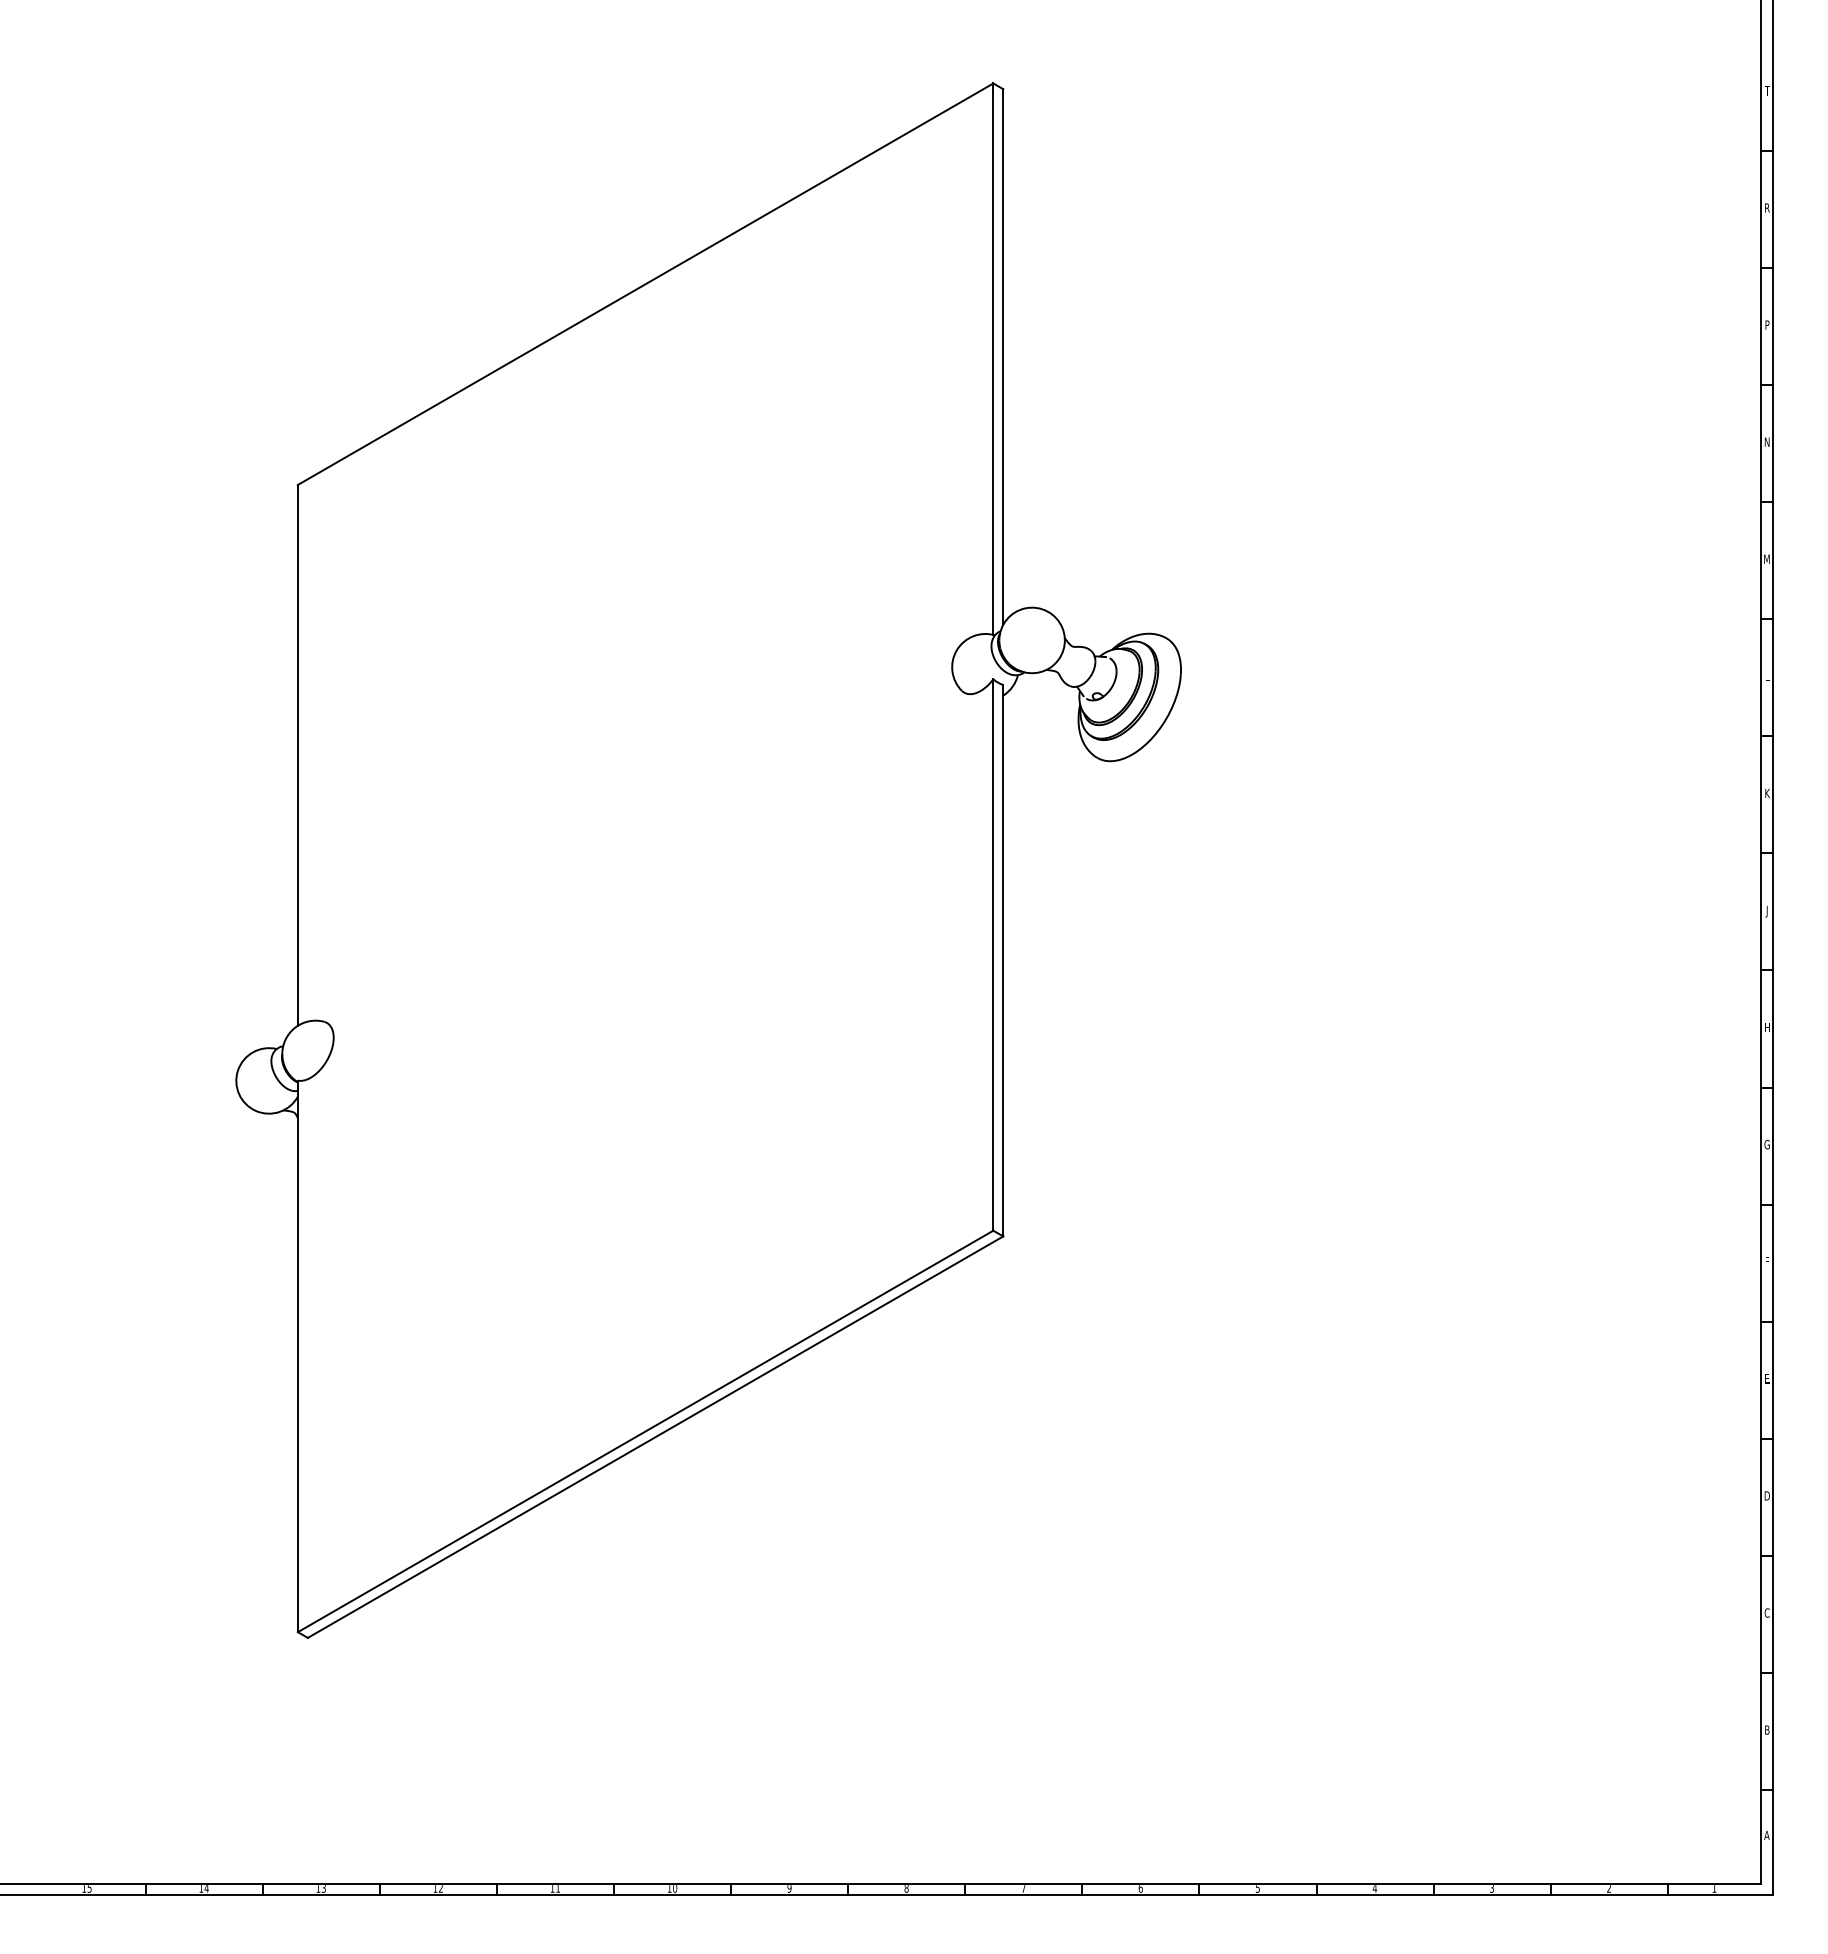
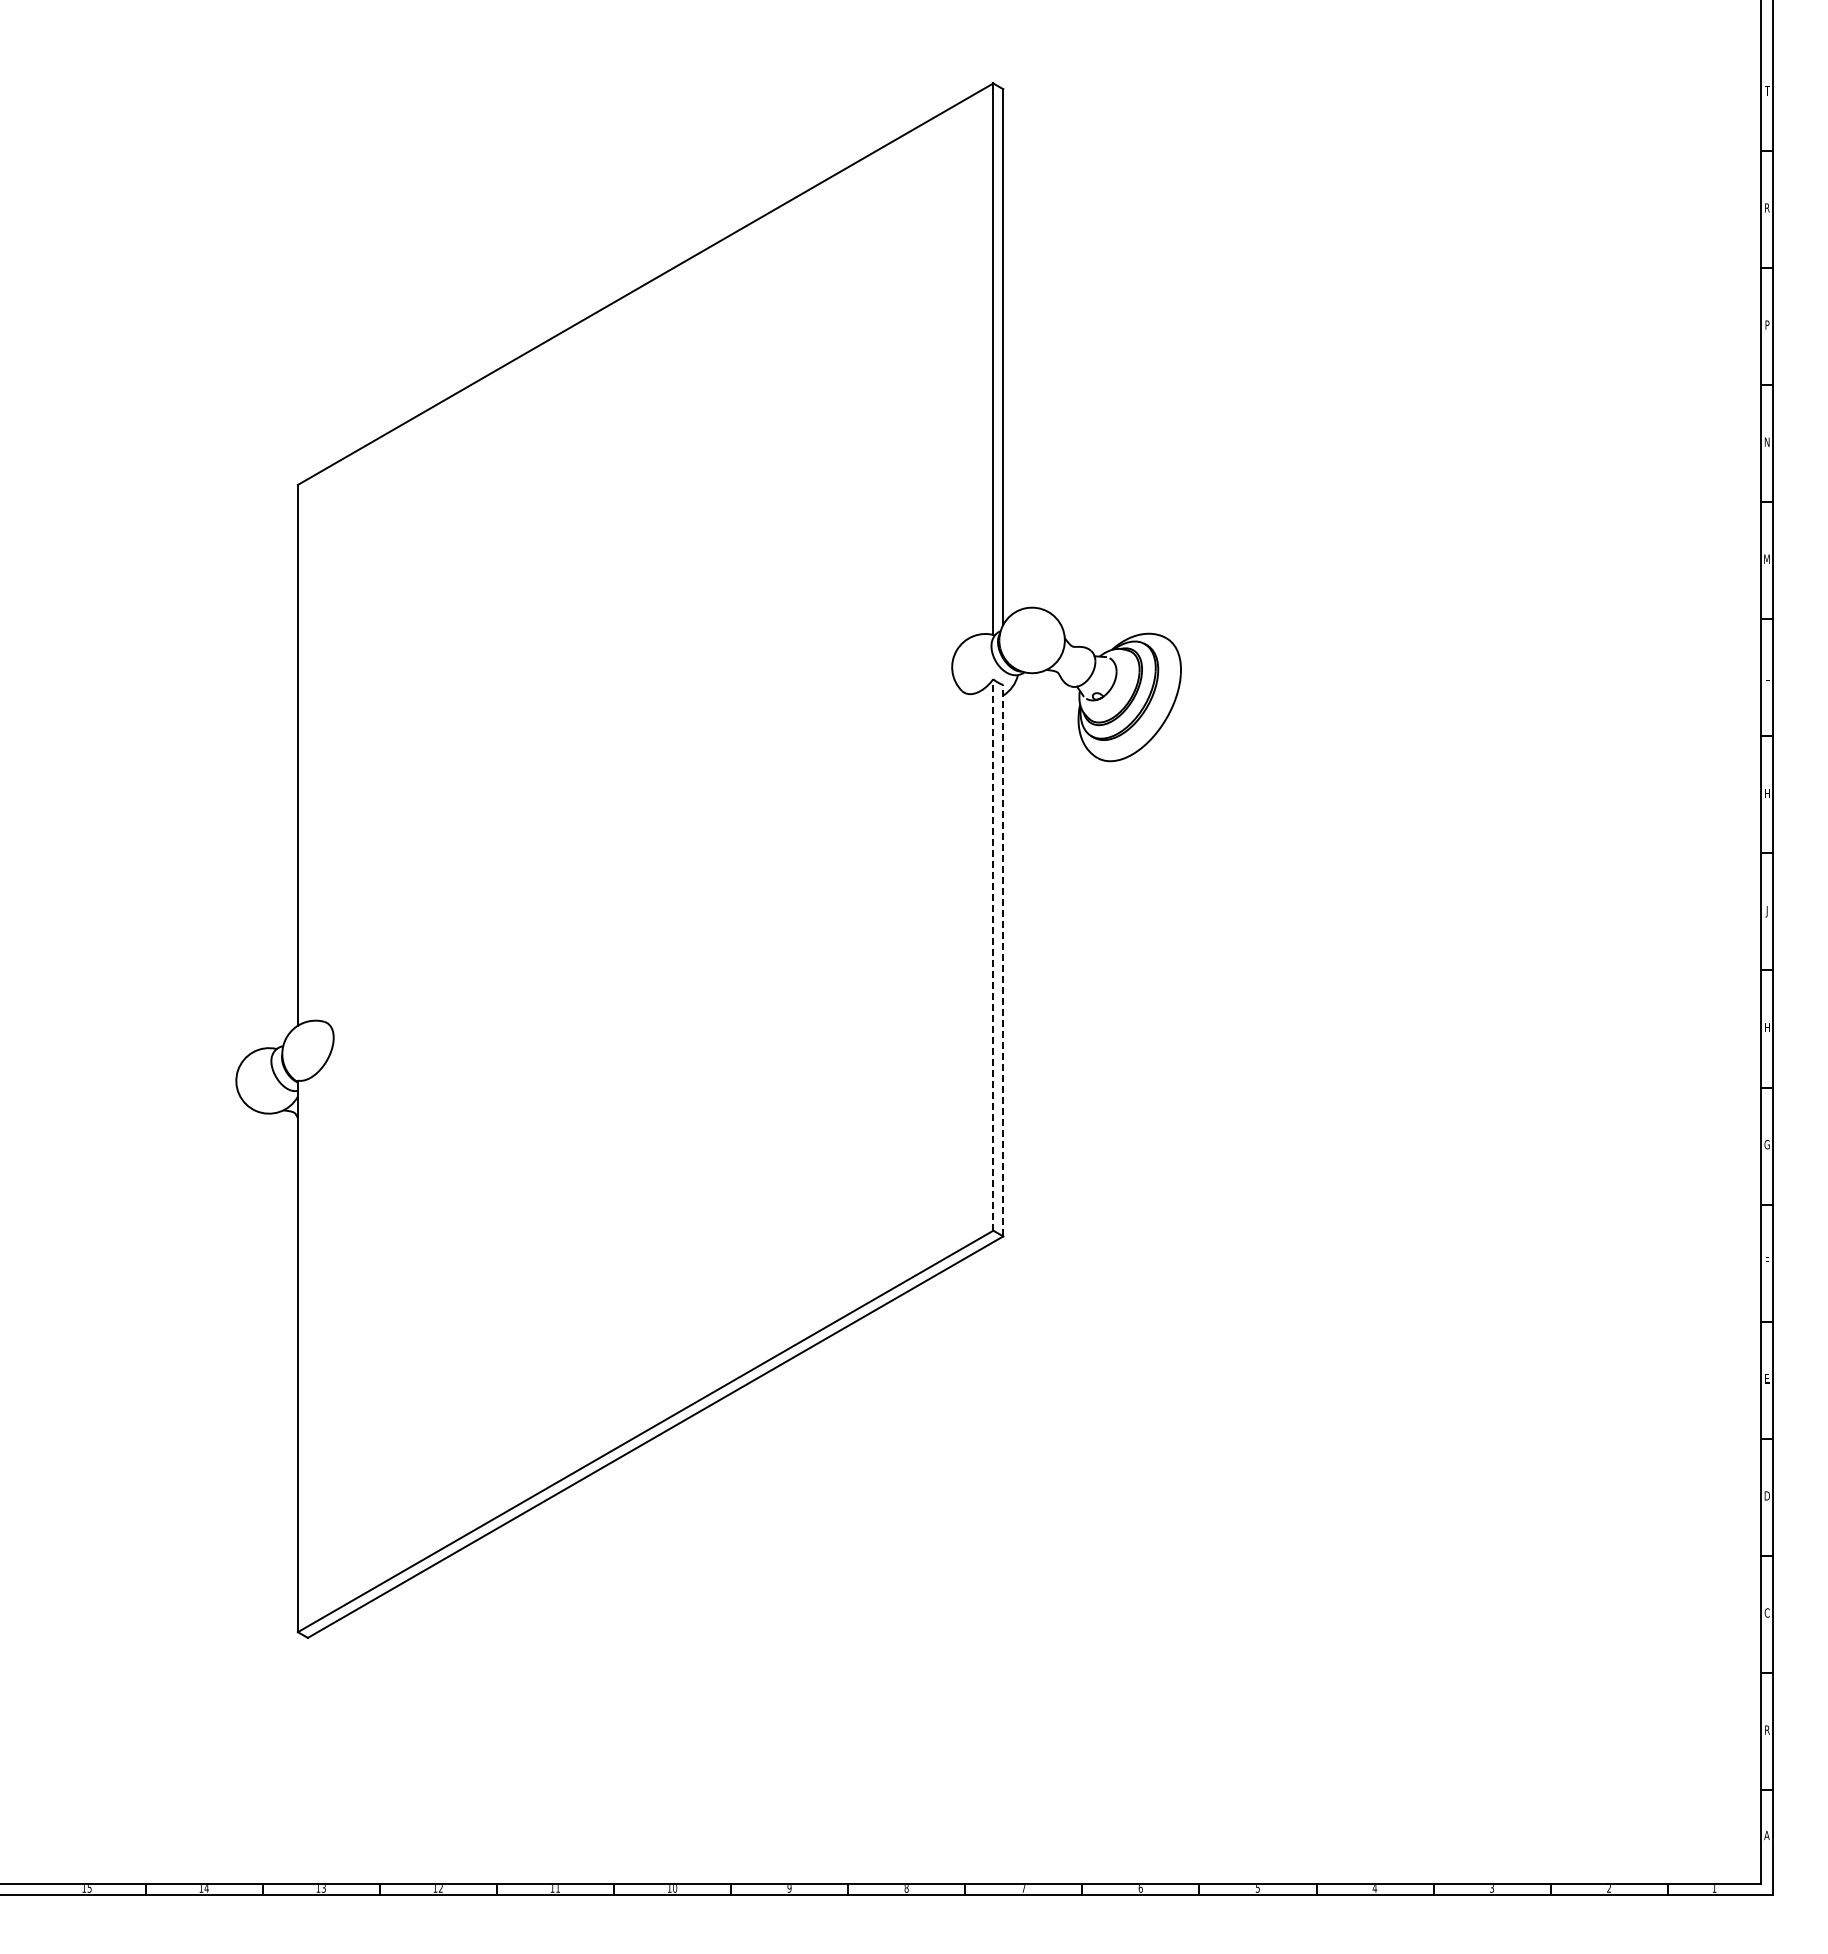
text at (1767, 792): K -> H
line at (993, 954): solid -> dashed
line at (1003, 960): solid -> dashed
text at (1767, 1729): B -> R
